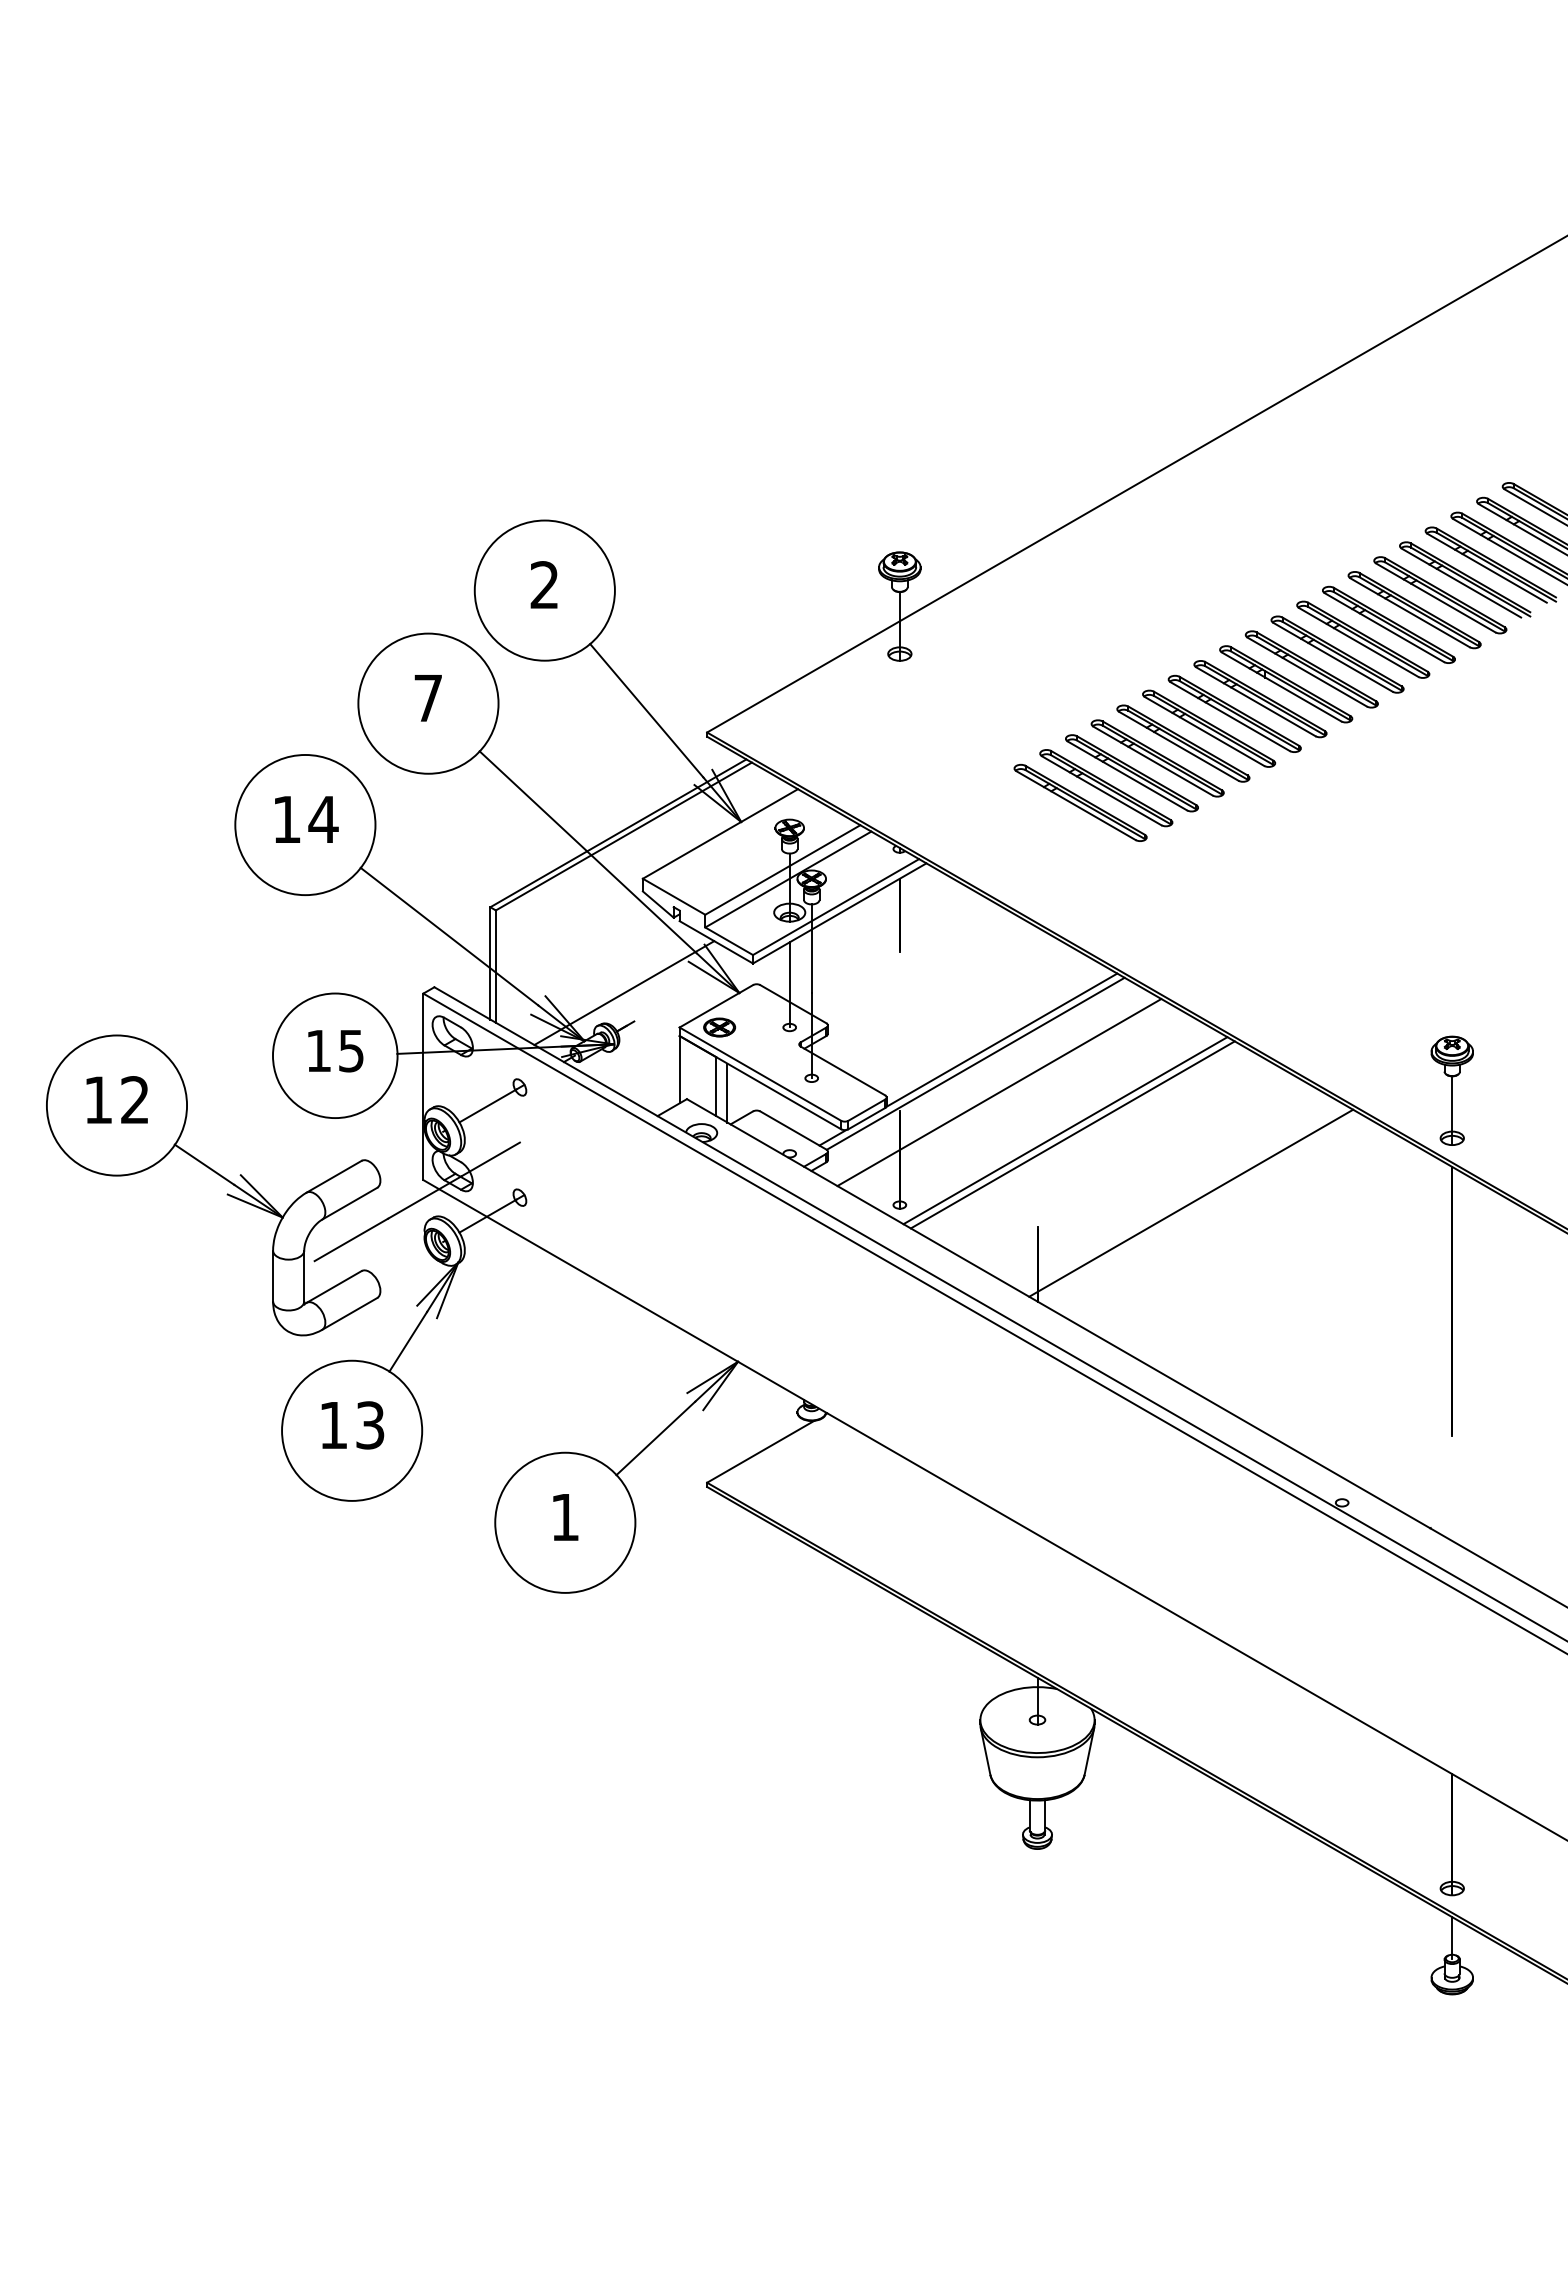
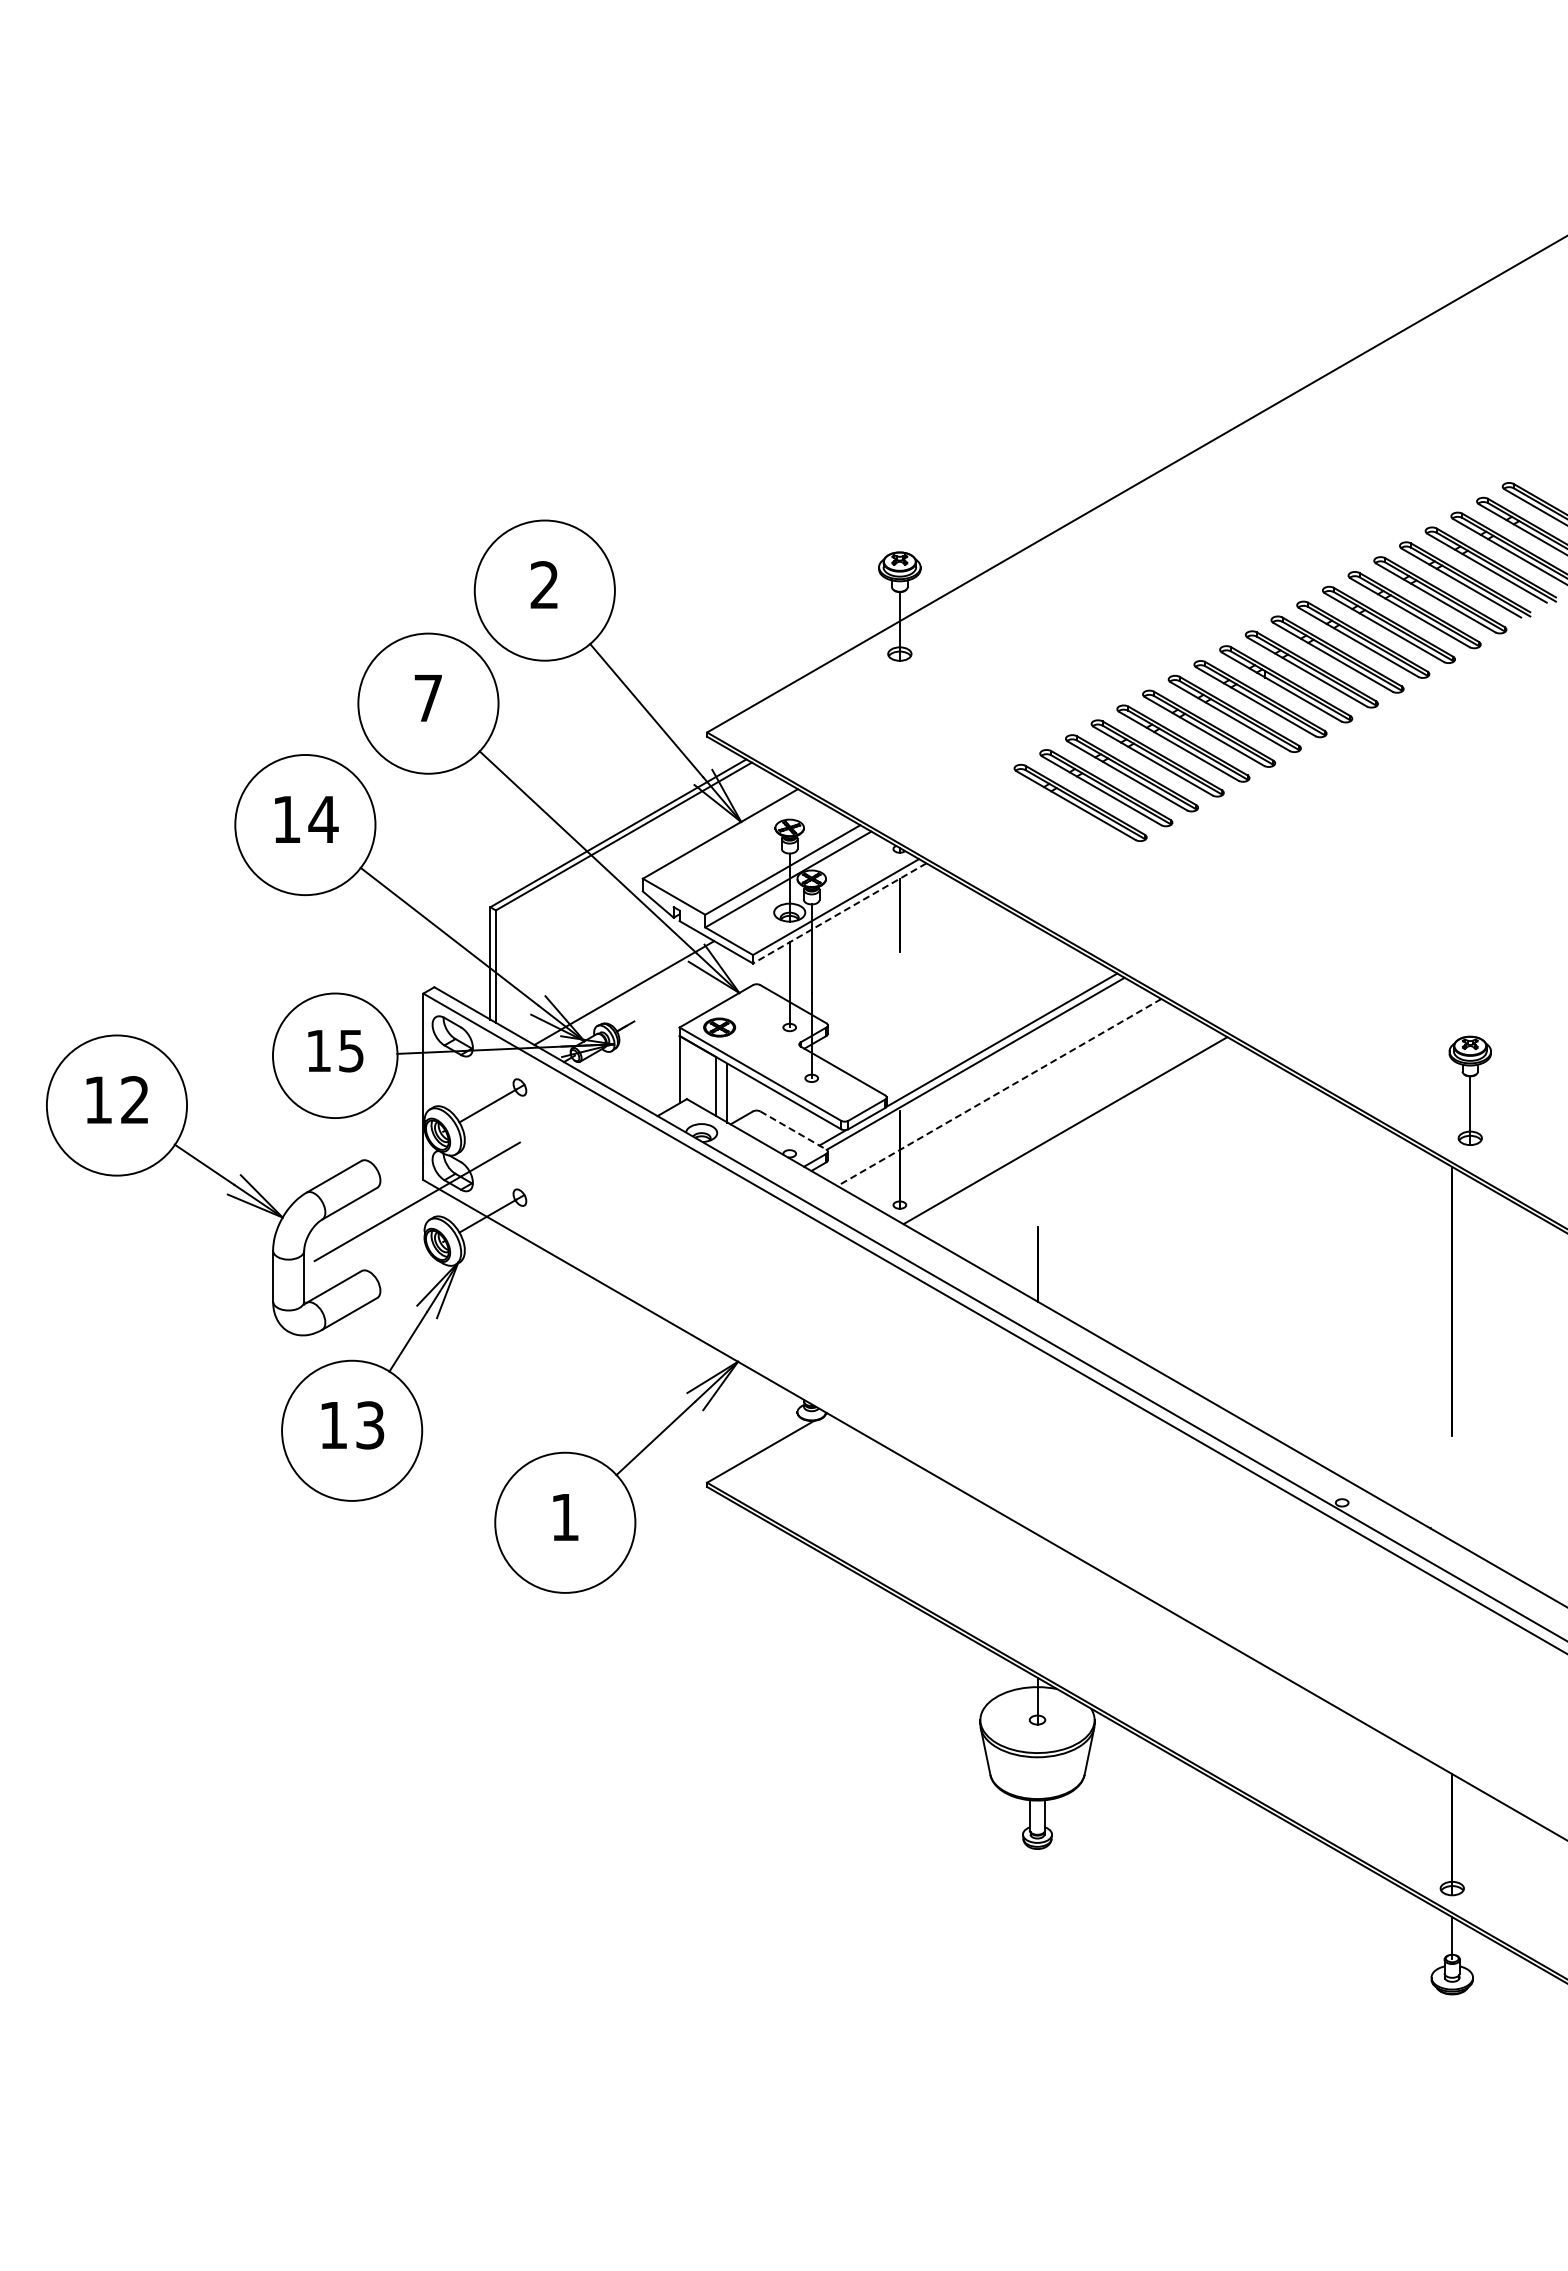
line at (839, 913): solid -> dashed
part at (1451, 1090) position: (1451, 1090) -> (1469, 1090)
line at (998, 1092): solid -> dashed
line at (793, 1130): solid -> dashed
line at (1072, 1134): present -> none
line at (1191, 1202): present -> none
